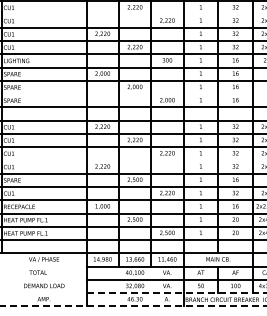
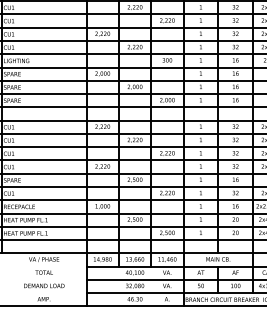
line at (132, 14): none -> present
line at (132, 94): none -> present
line at (132, 160): none -> present
text at (37, 272) position: (37, 272) -> (43, 272)
line at (176, 293): dashed -> solid
line at (133, 306): dashed -> solid
